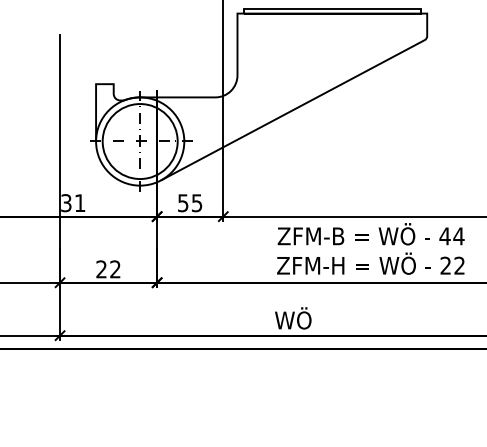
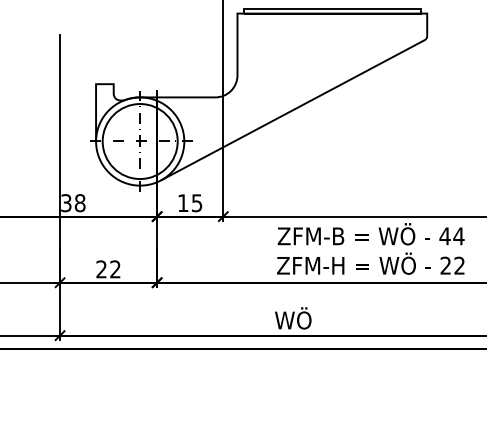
text at (79, 203): 31 -> 38
text at (183, 203): 55 -> 15
